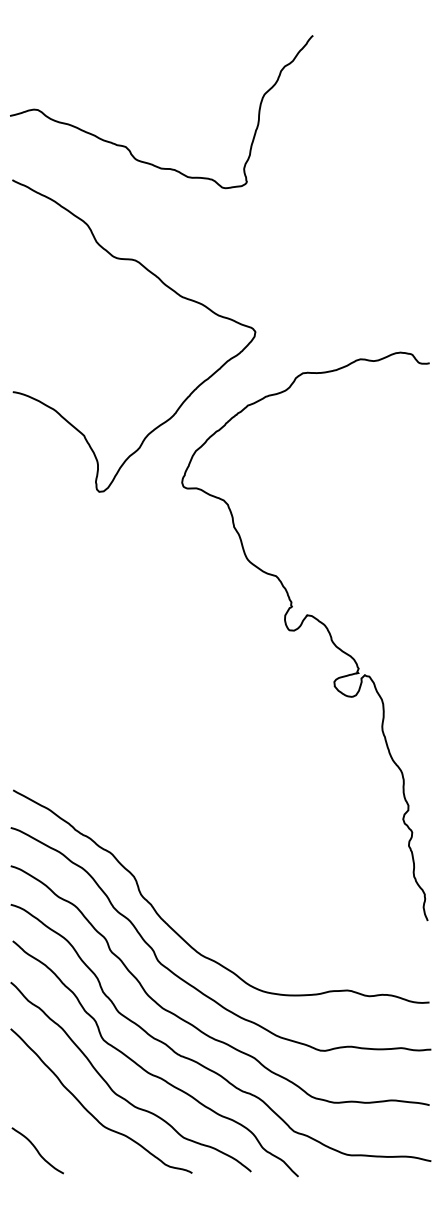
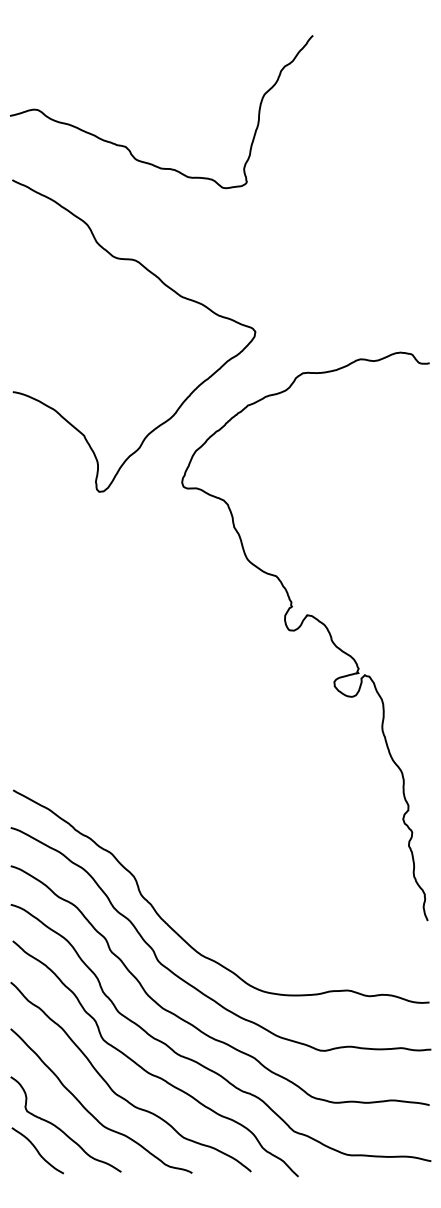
curve at (60, 1128): none -> present
